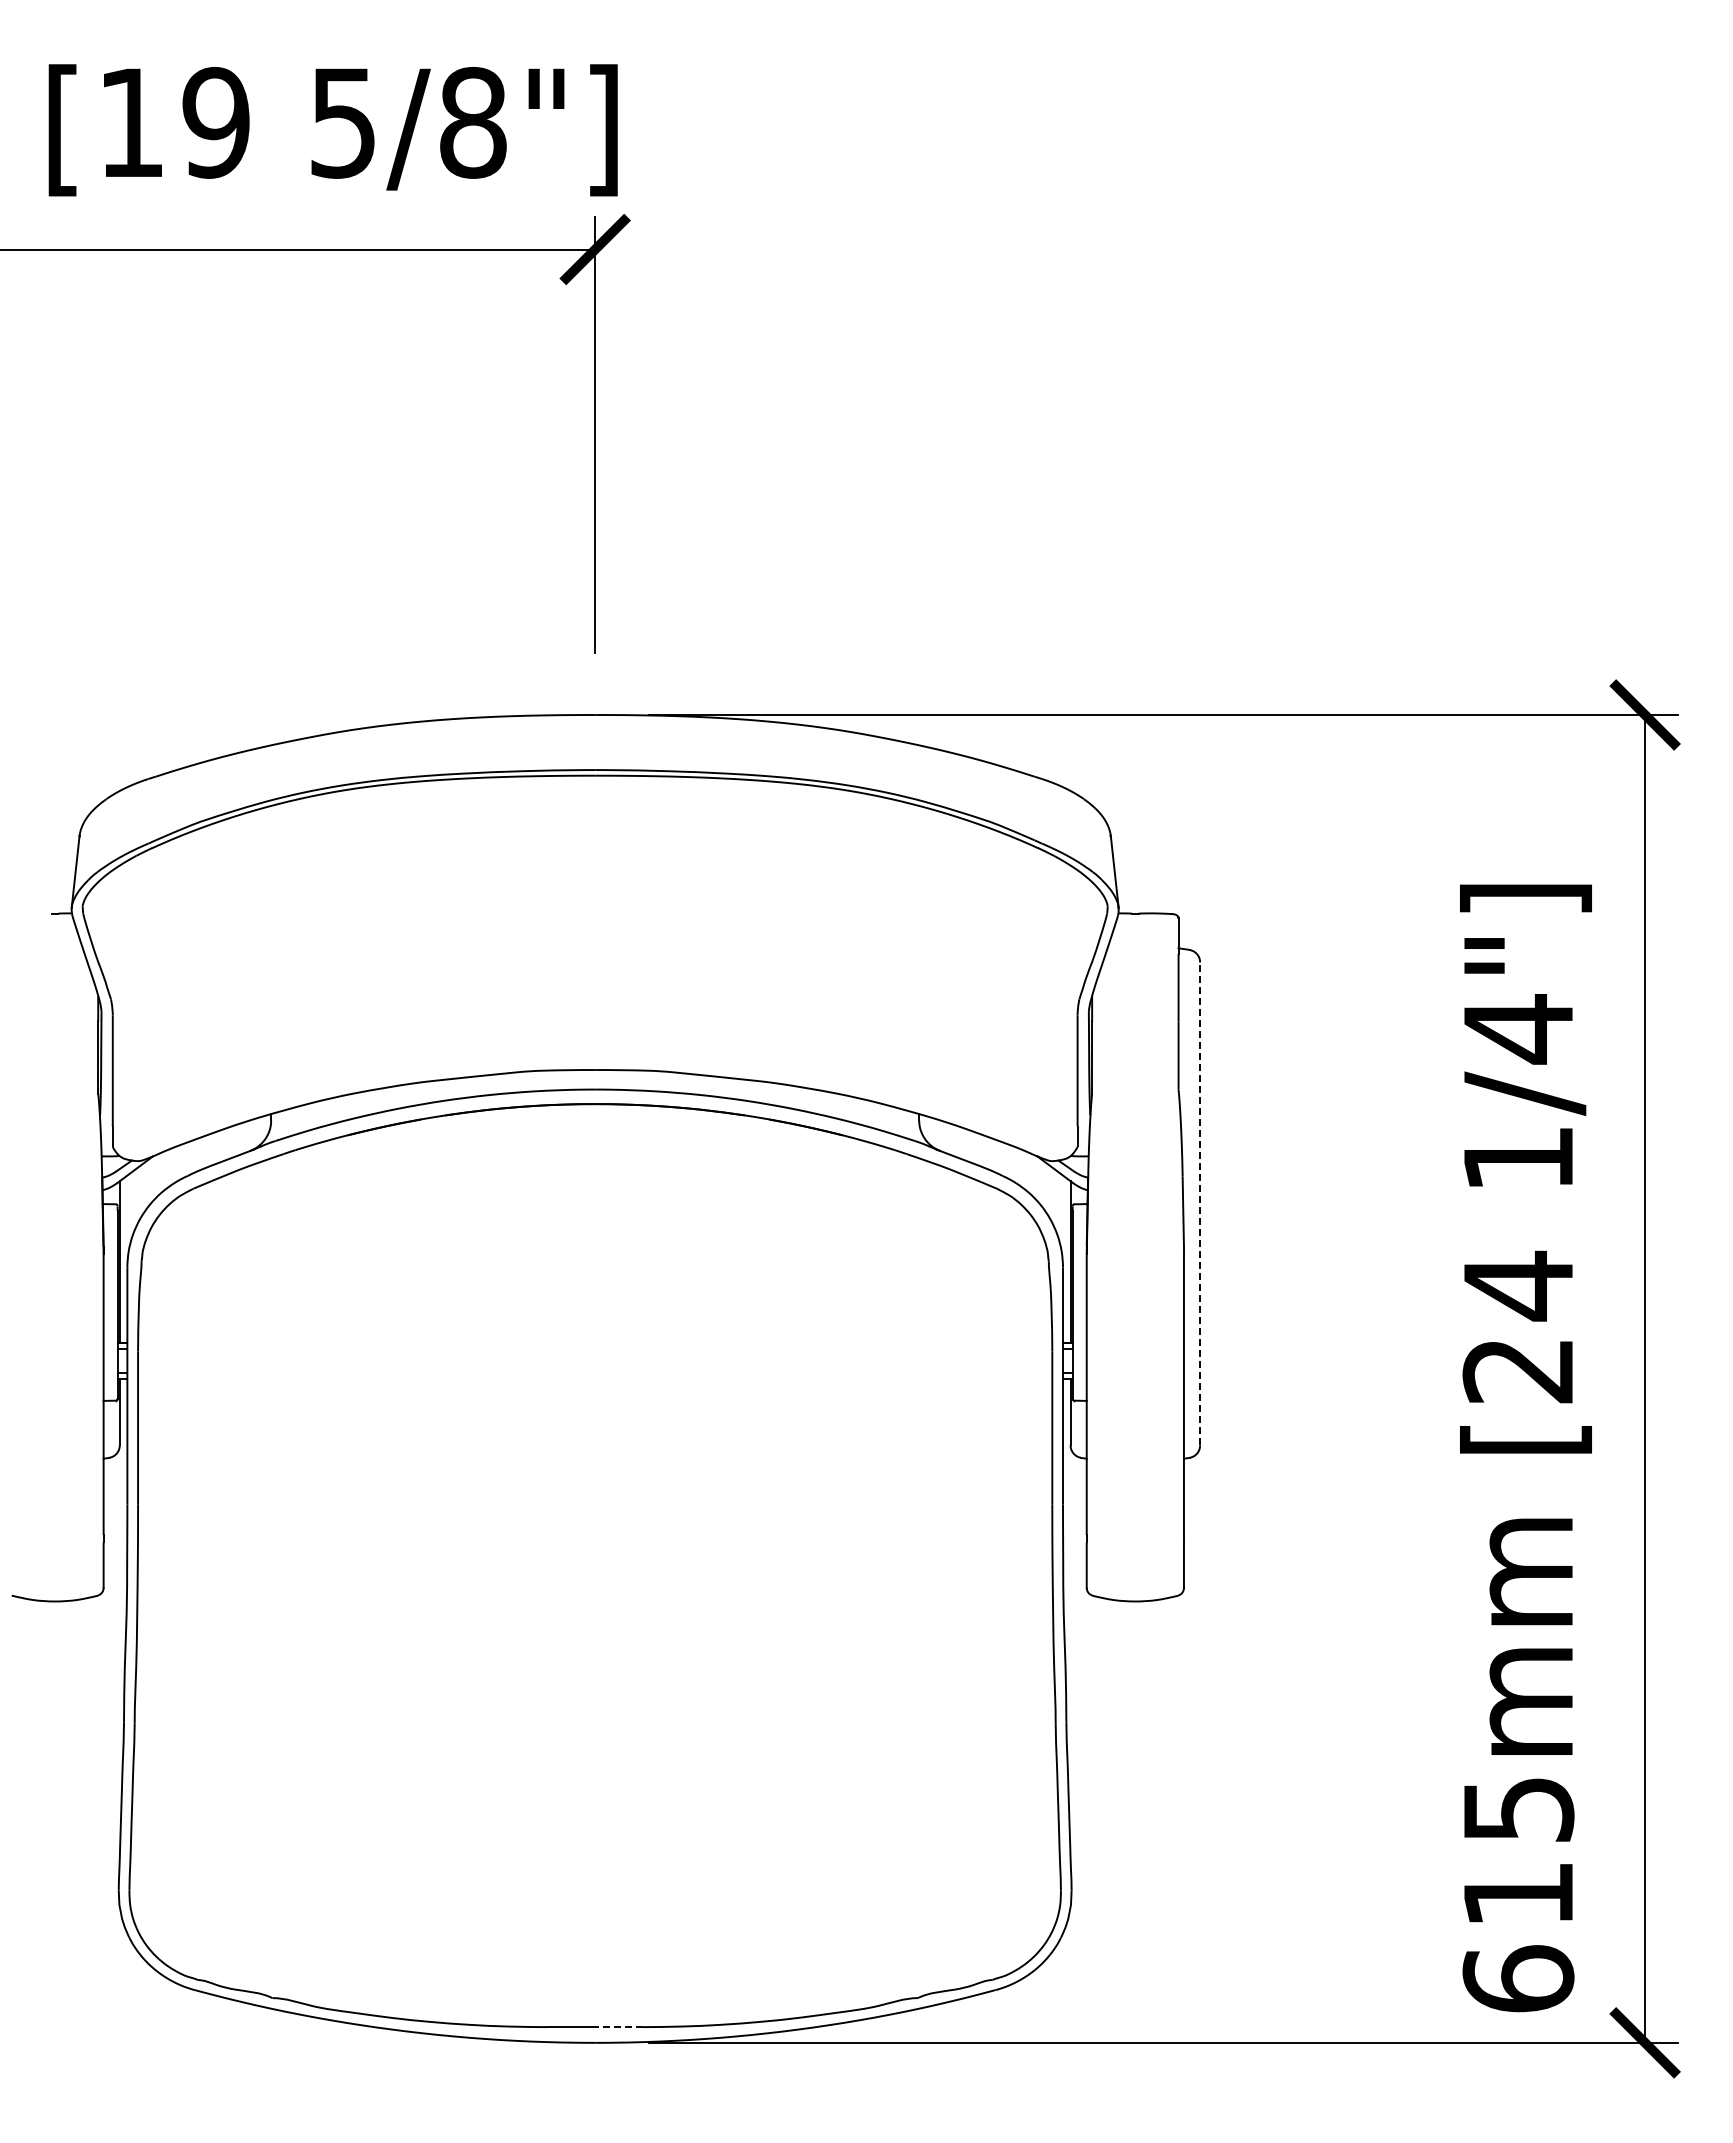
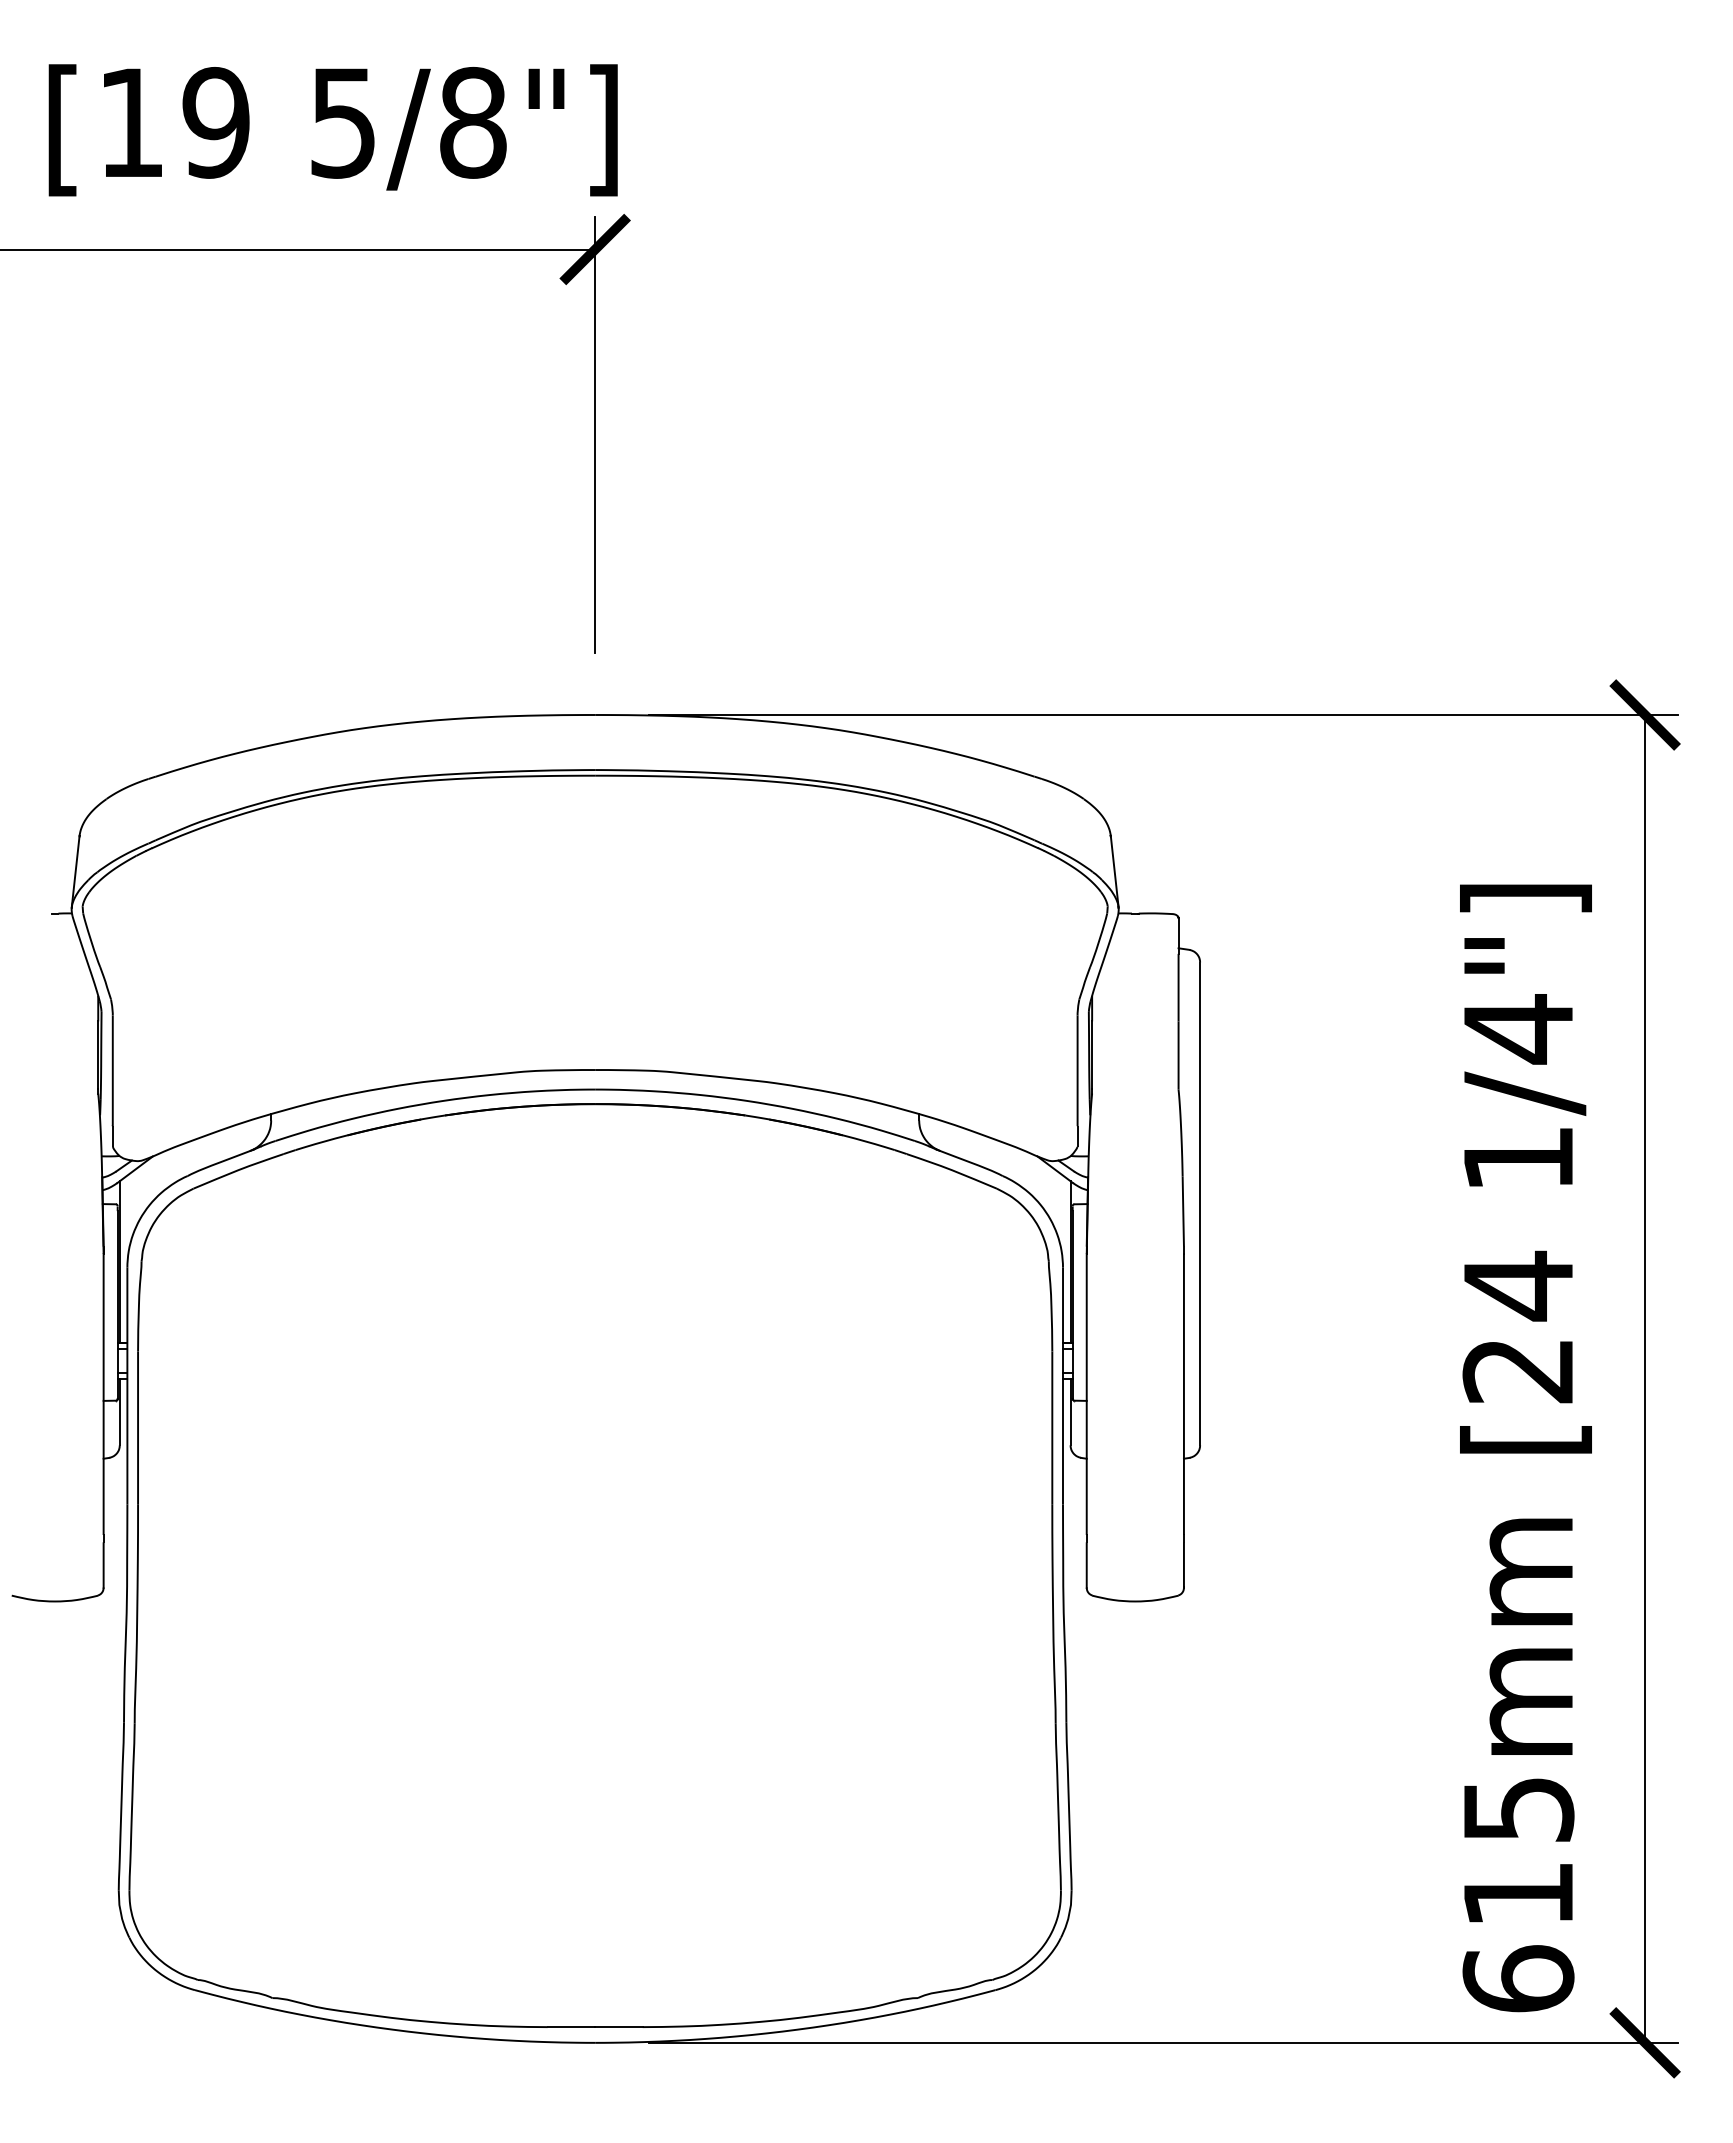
line at (1200, 1203): dashed -> solid
line at (618, 2027): dashed -> solid
